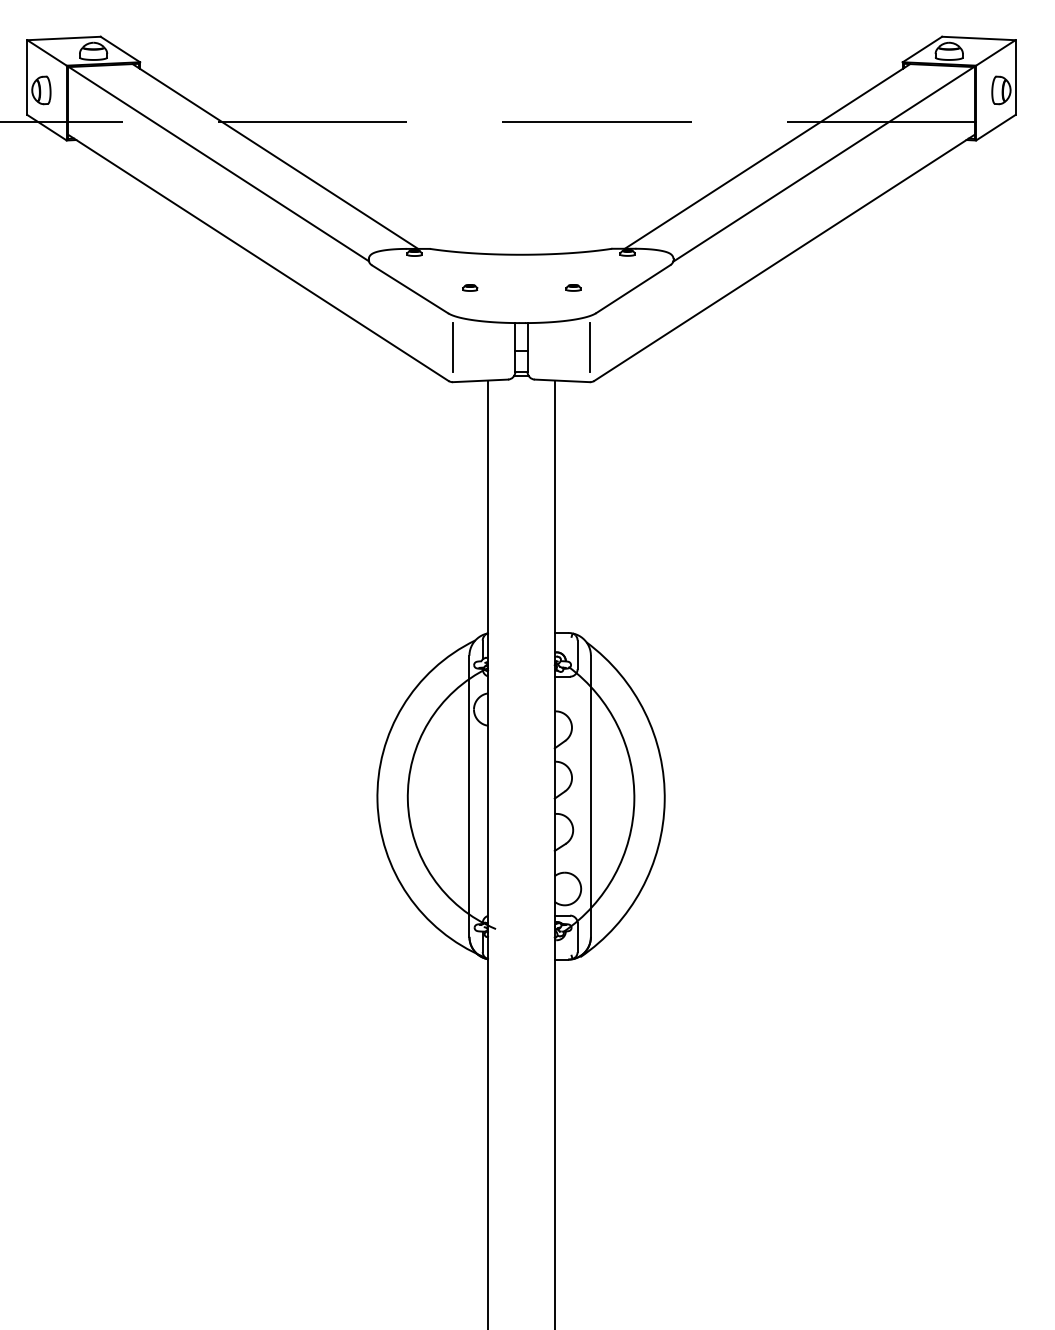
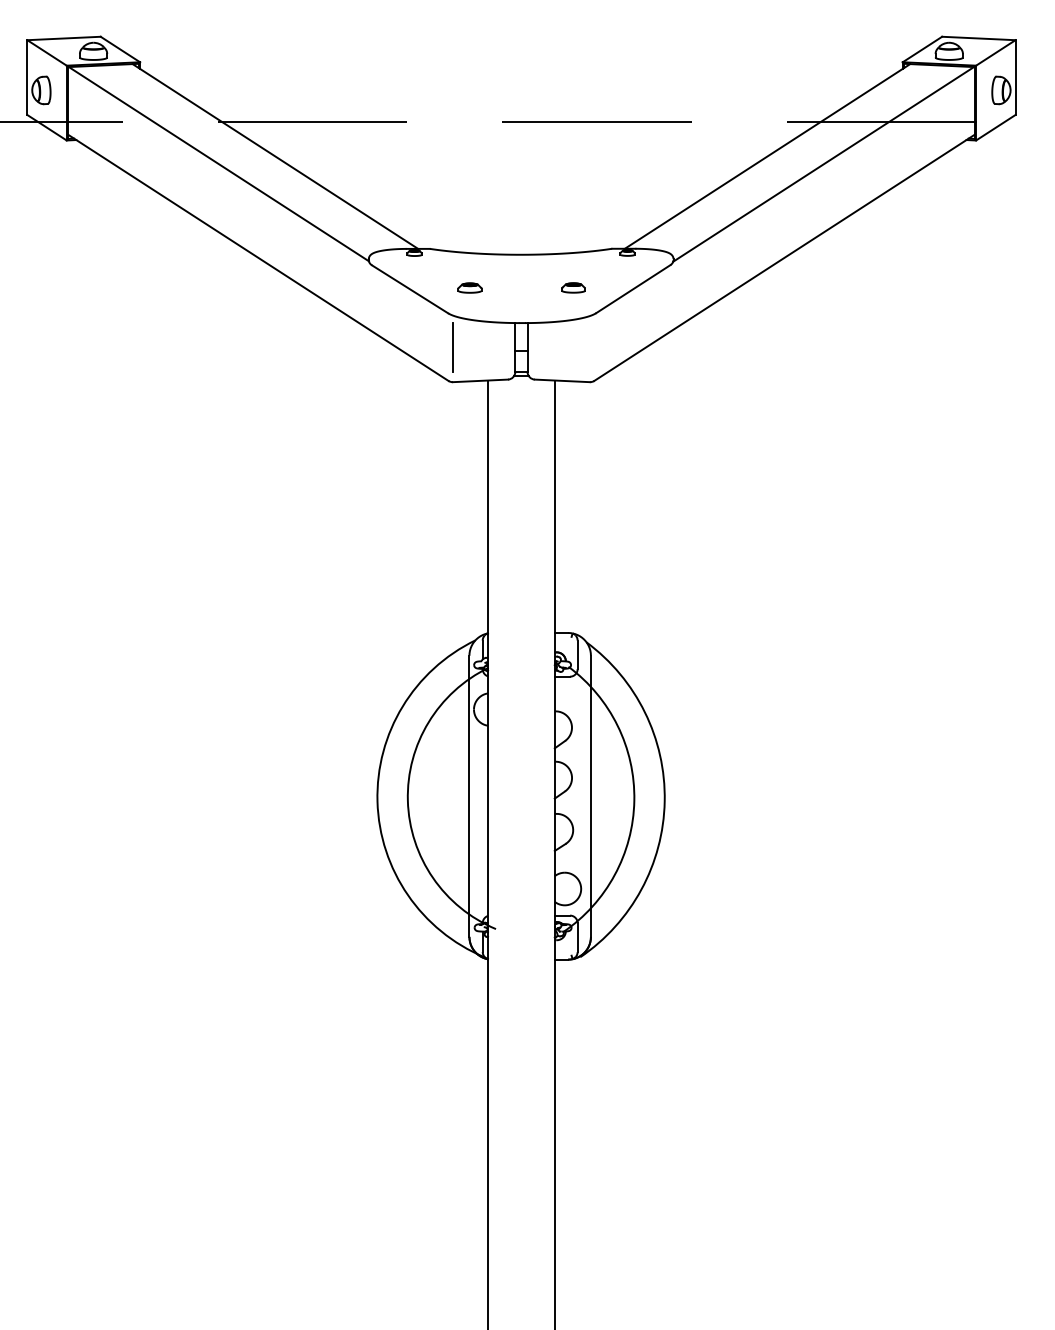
part at (470, 287) size: 17x8 px -> 26x12 px
part at (573, 287) size: 17x8 px -> 25x12 px
line at (590, 347): present -> none
